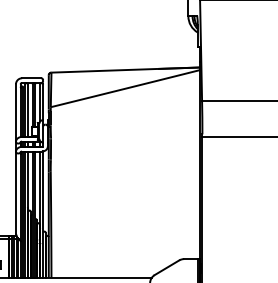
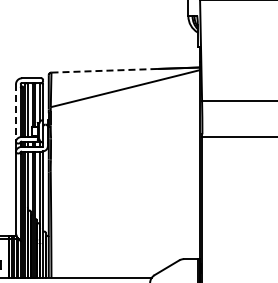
line at (105, 70): solid -> dashed
line at (15, 113): solid -> dashed
